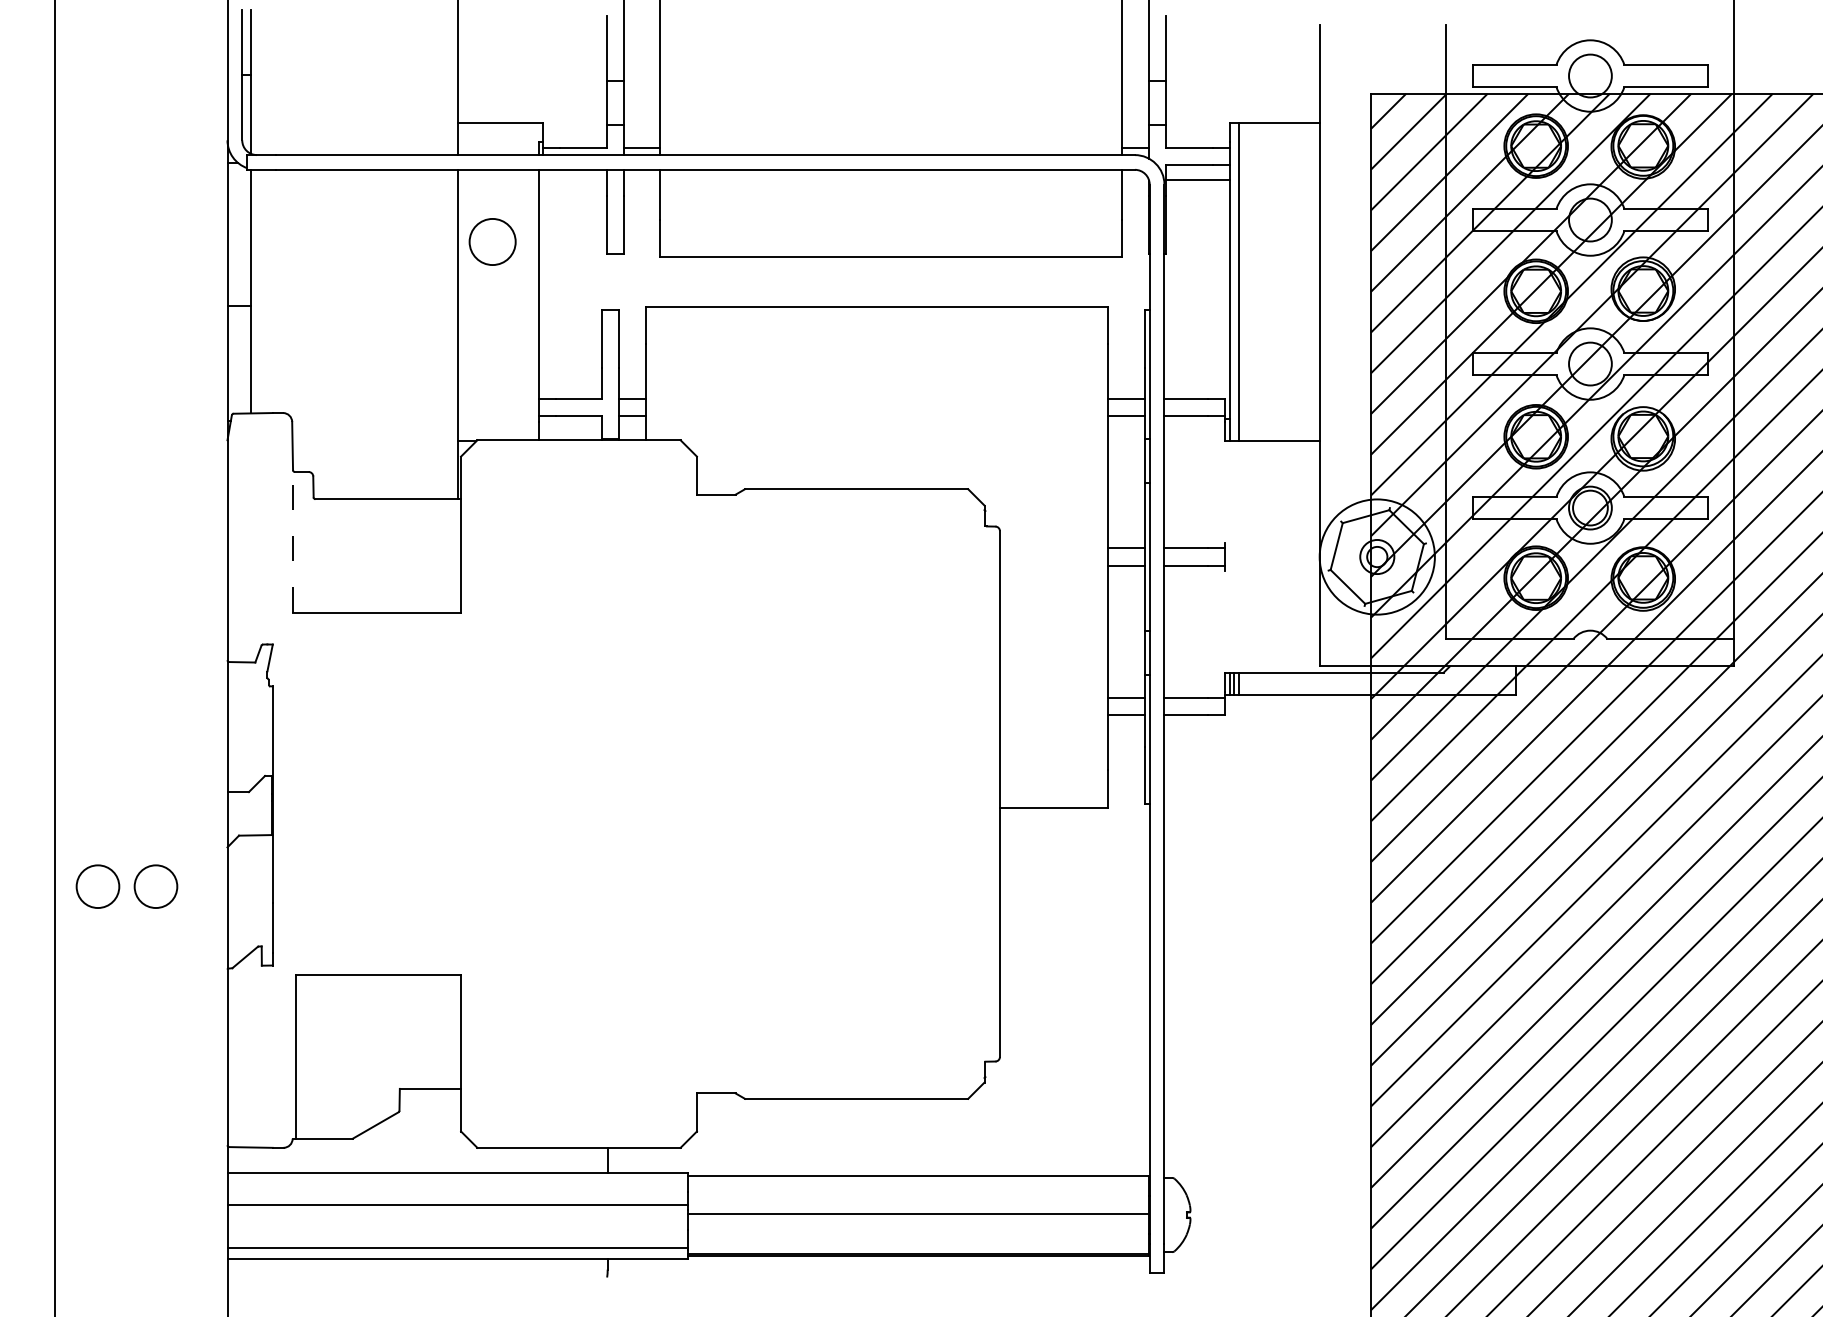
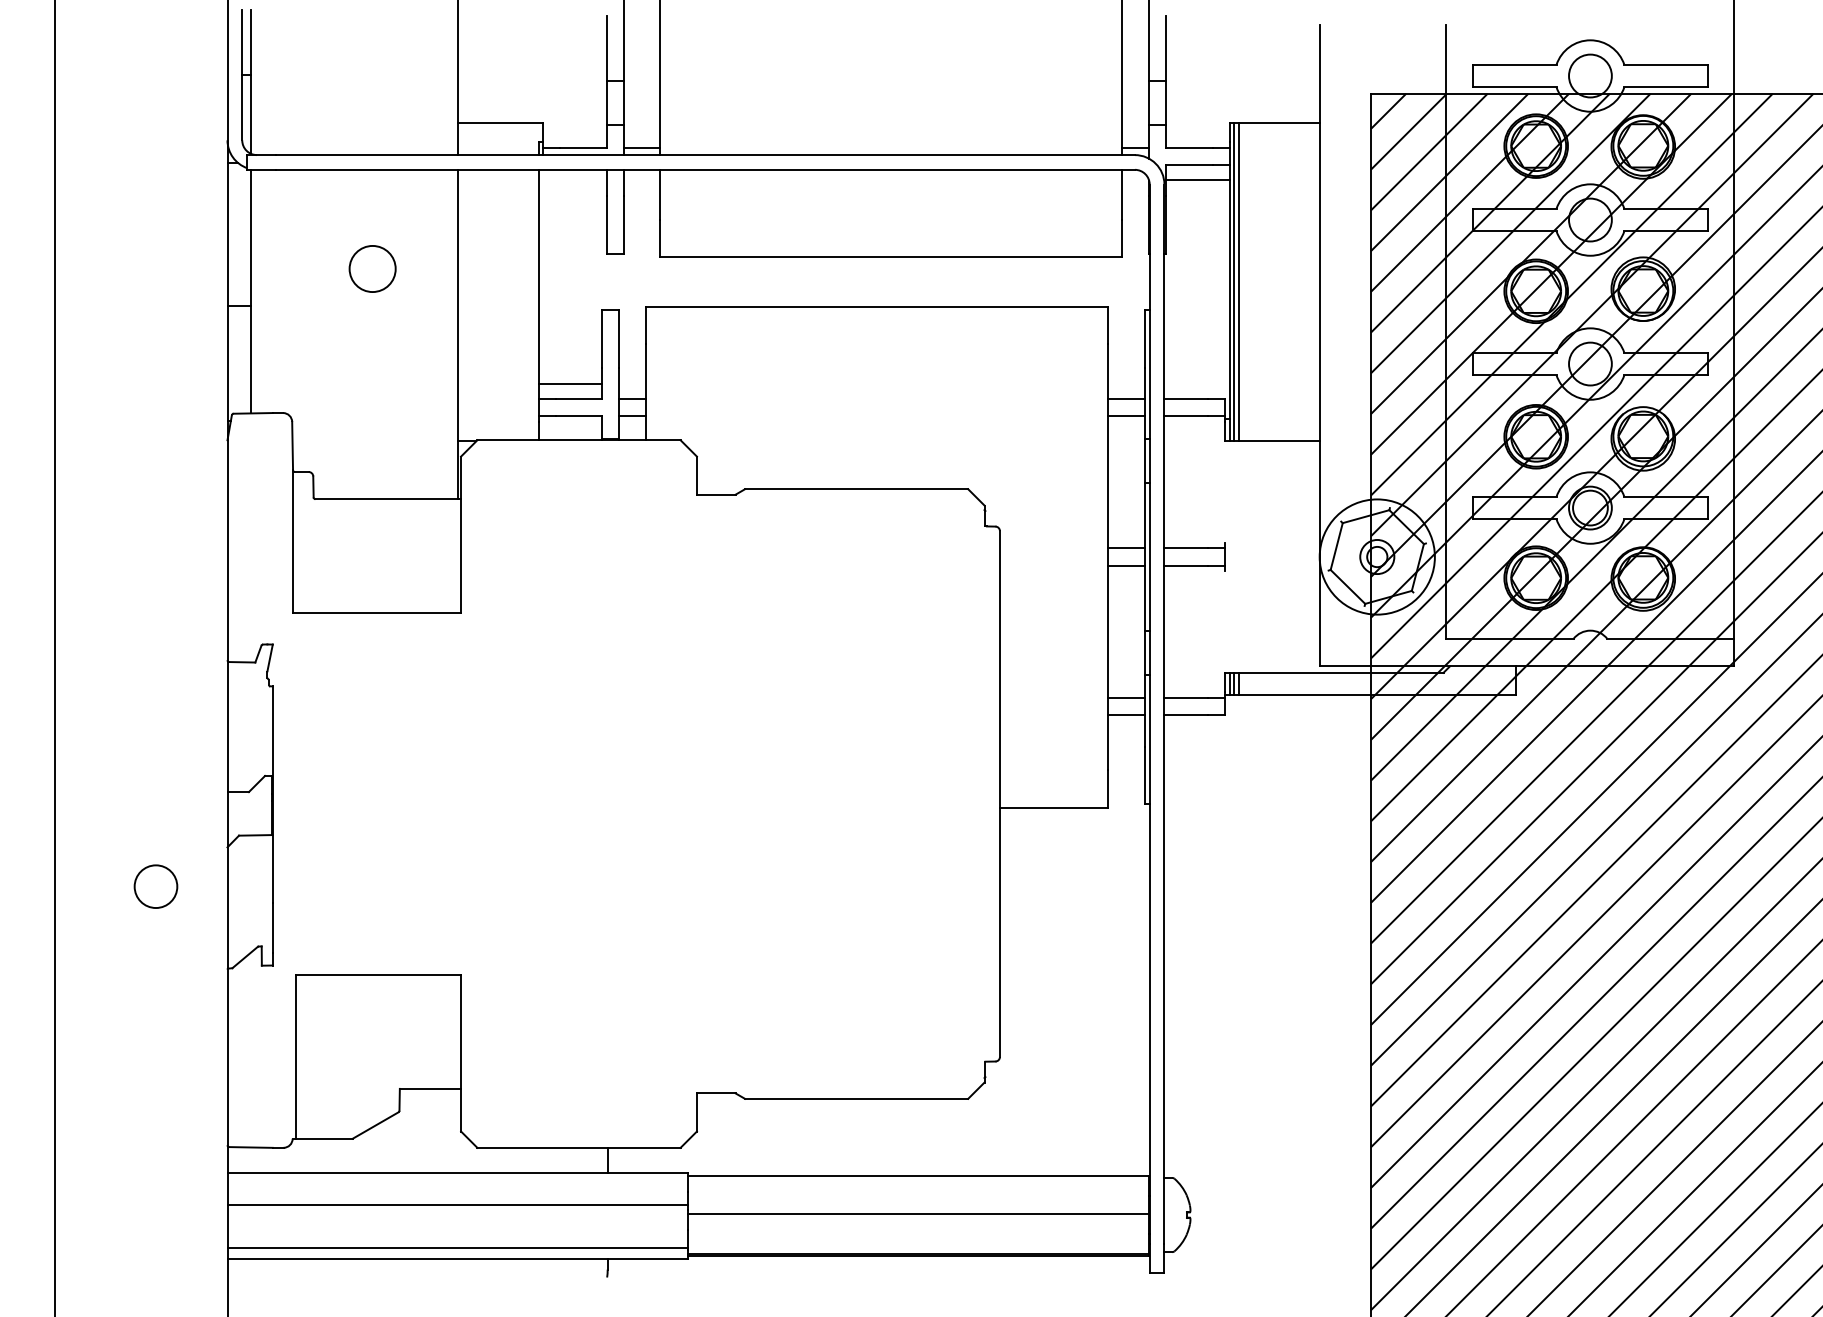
circle at (492, 241) position: (492, 241) -> (372, 268)
line at (1234, 281): none -> present
line at (569, 384): none -> present
line at (293, 540): dashed -> solid
circle at (97, 886): present -> none
